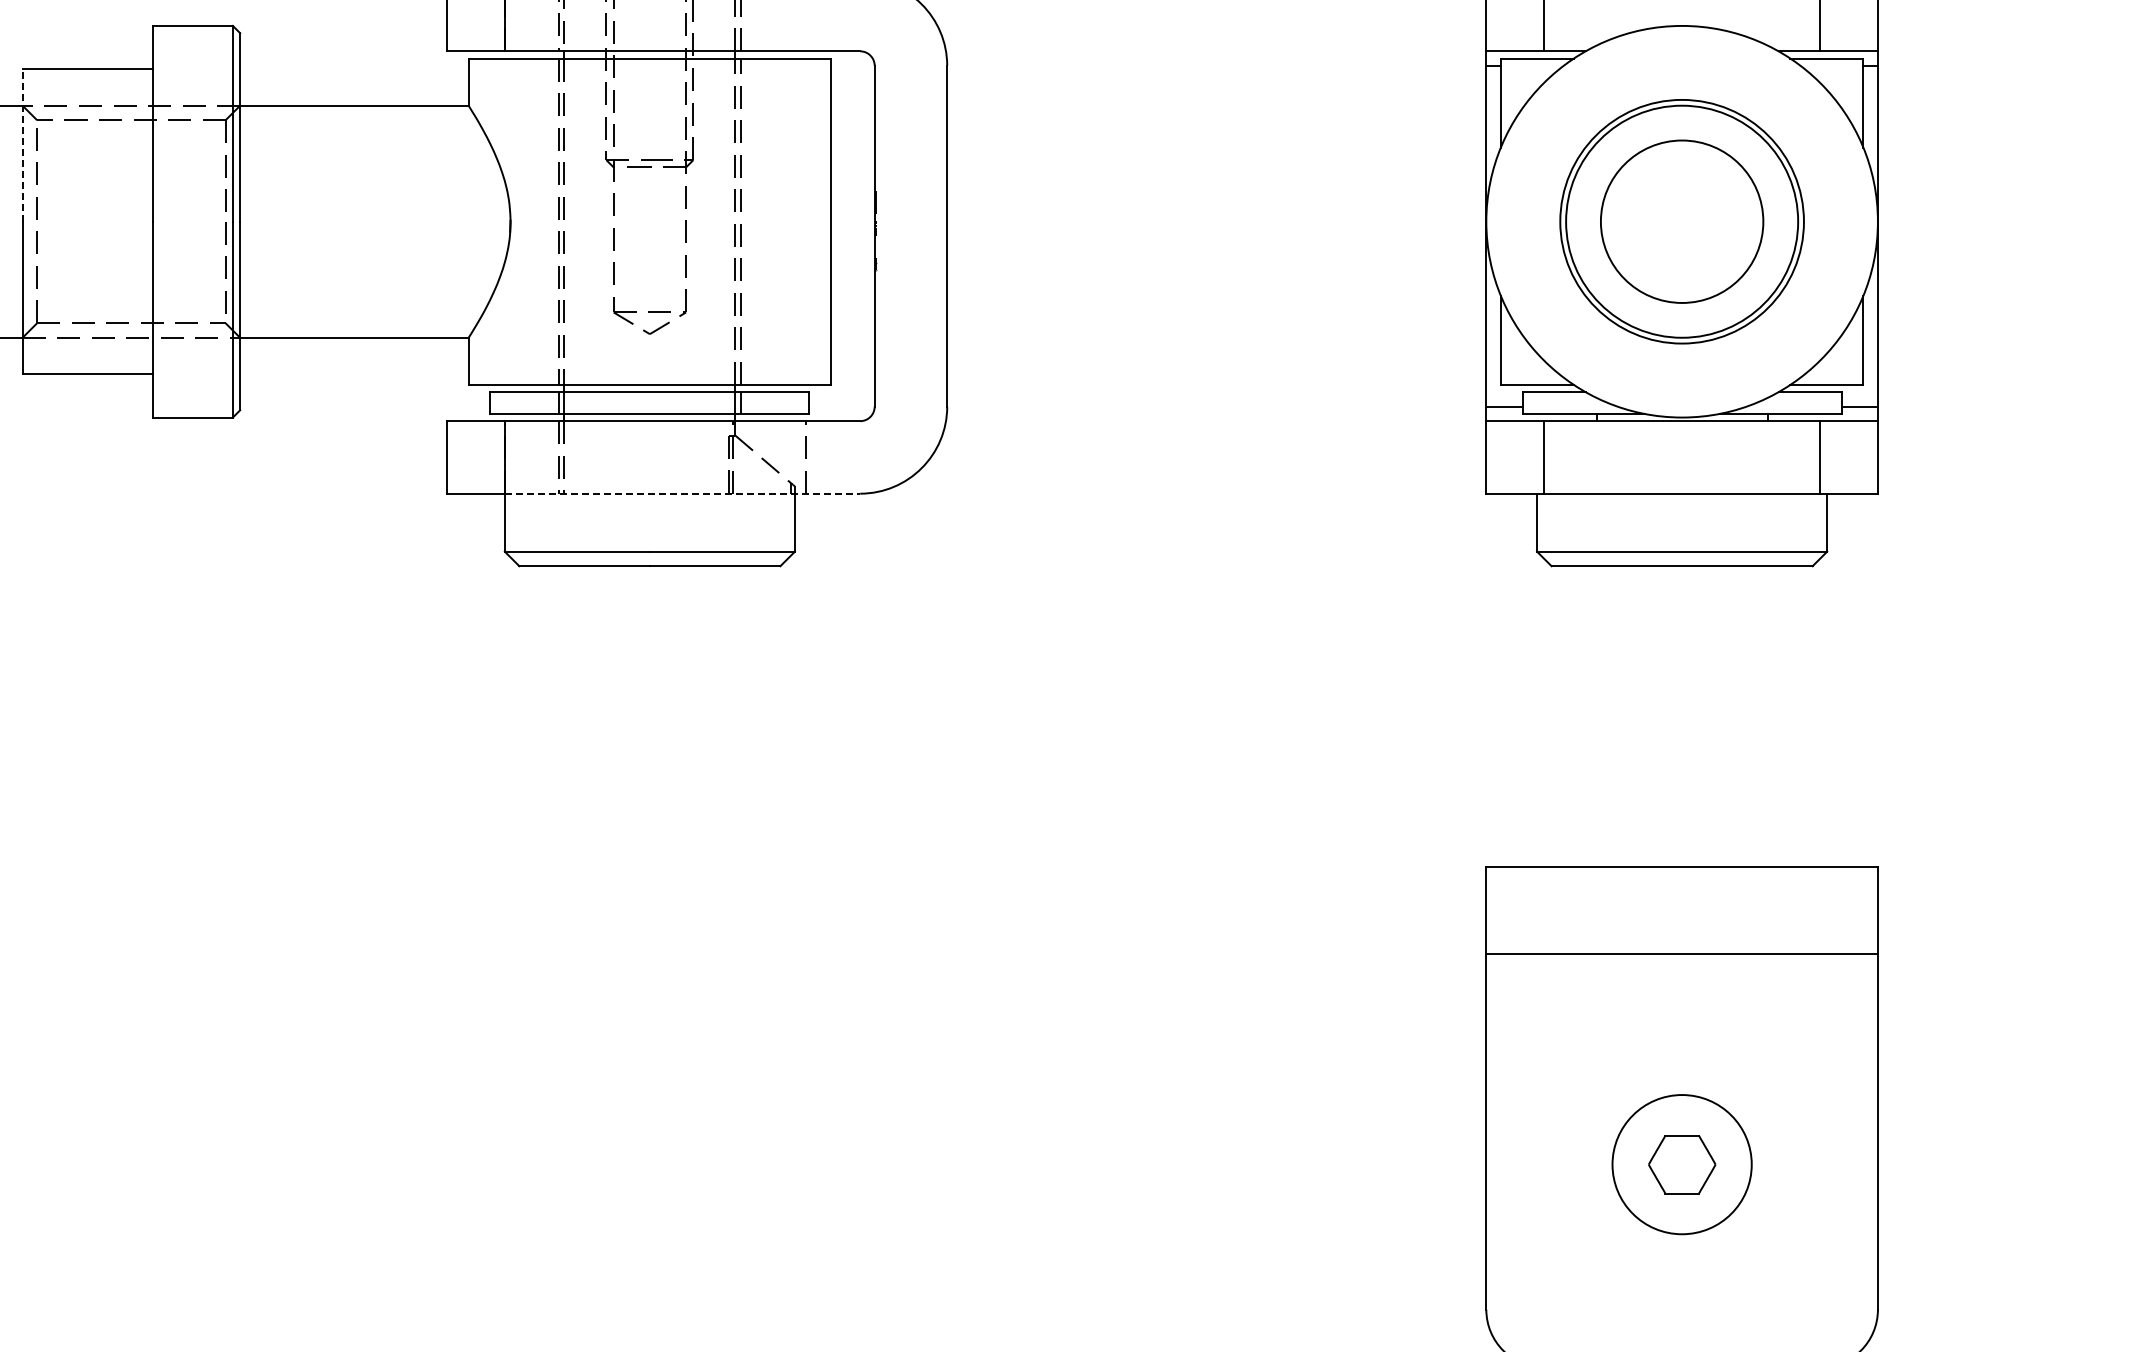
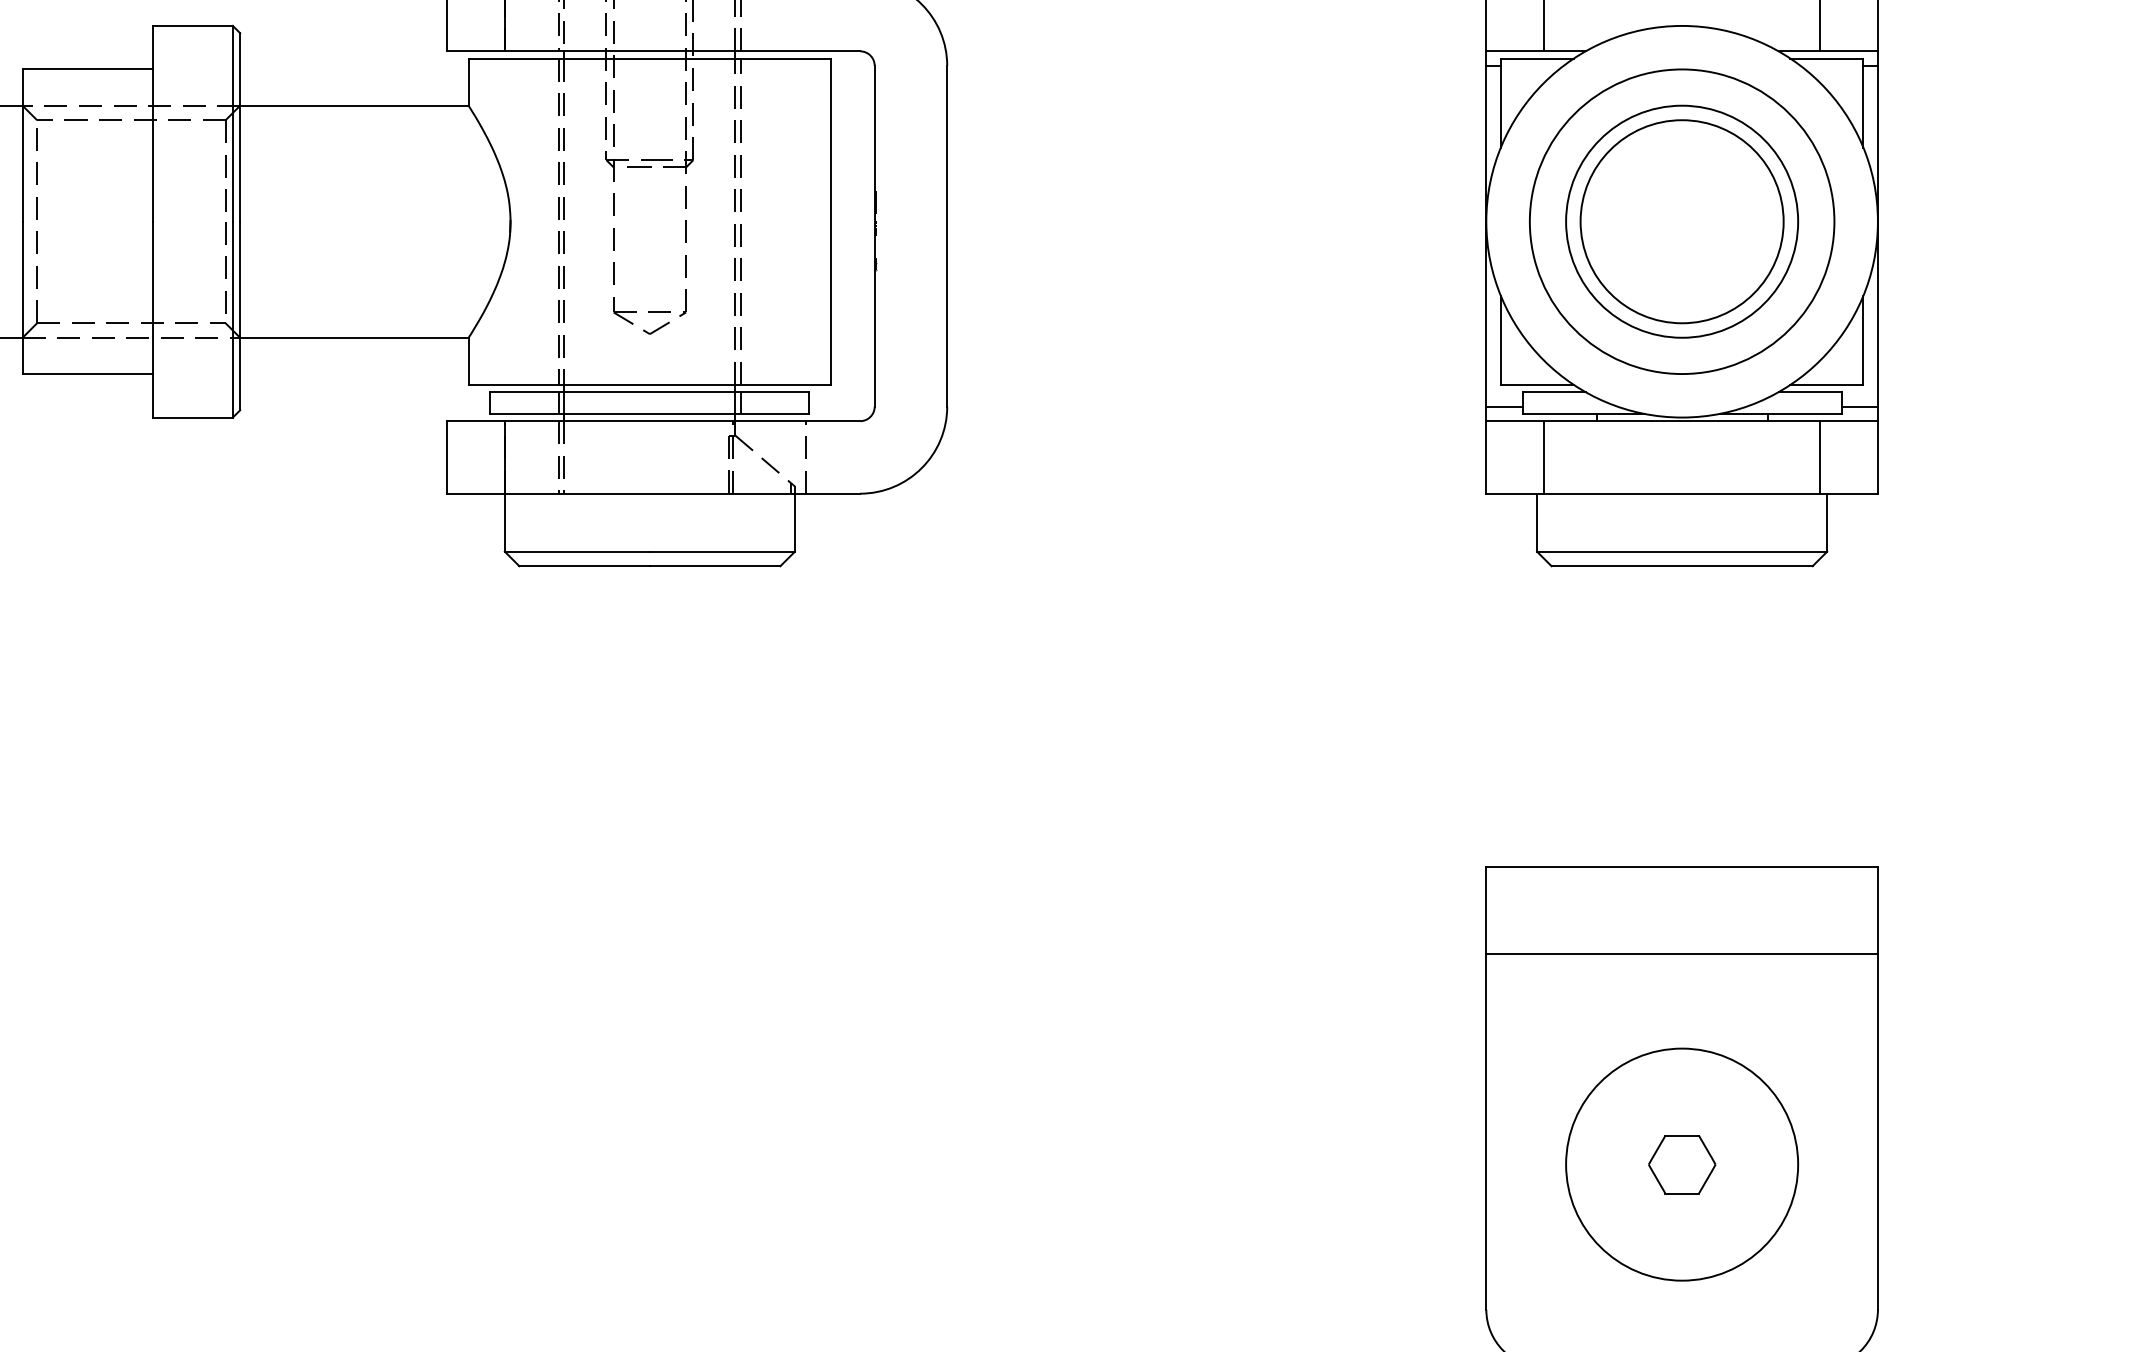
line at (22, 145): dashed -> solid
circle at (1681, 221) diameter: 162 px -> 203 px
circle at (1681, 221) diameter: 244 px -> 305 px
line at (682, 493): dashed -> solid
circle at (1681, 1164) diameter: 139 px -> 232 px
